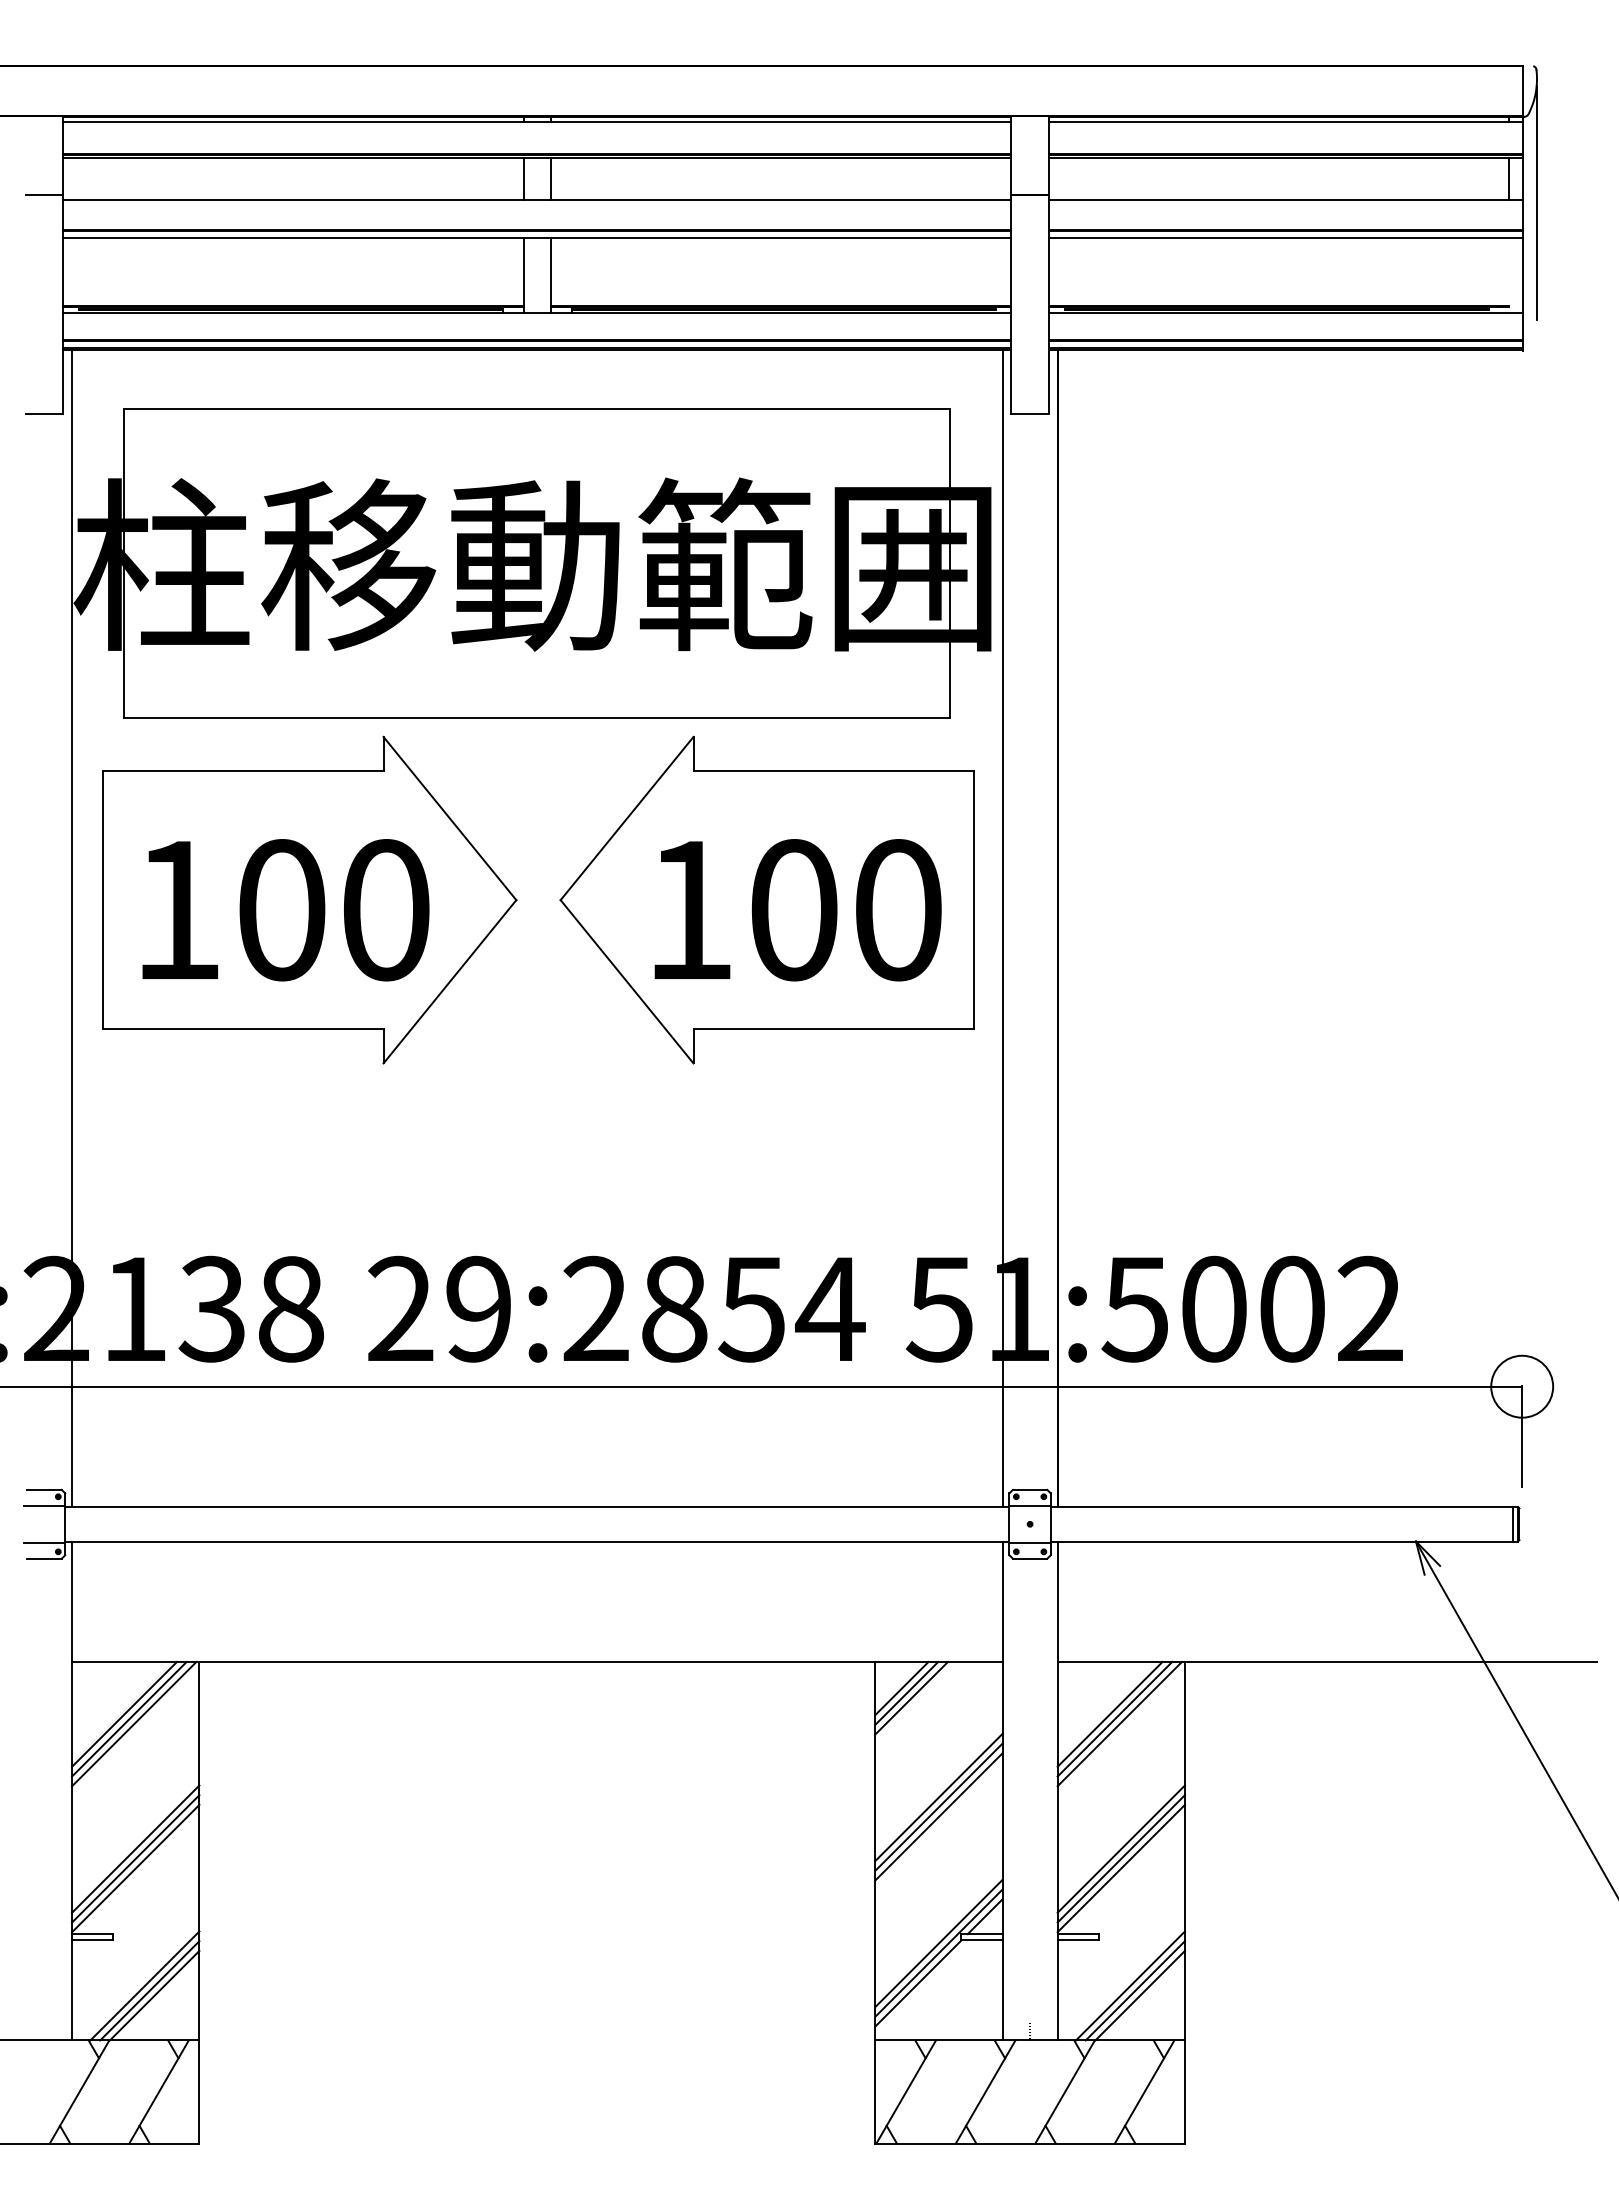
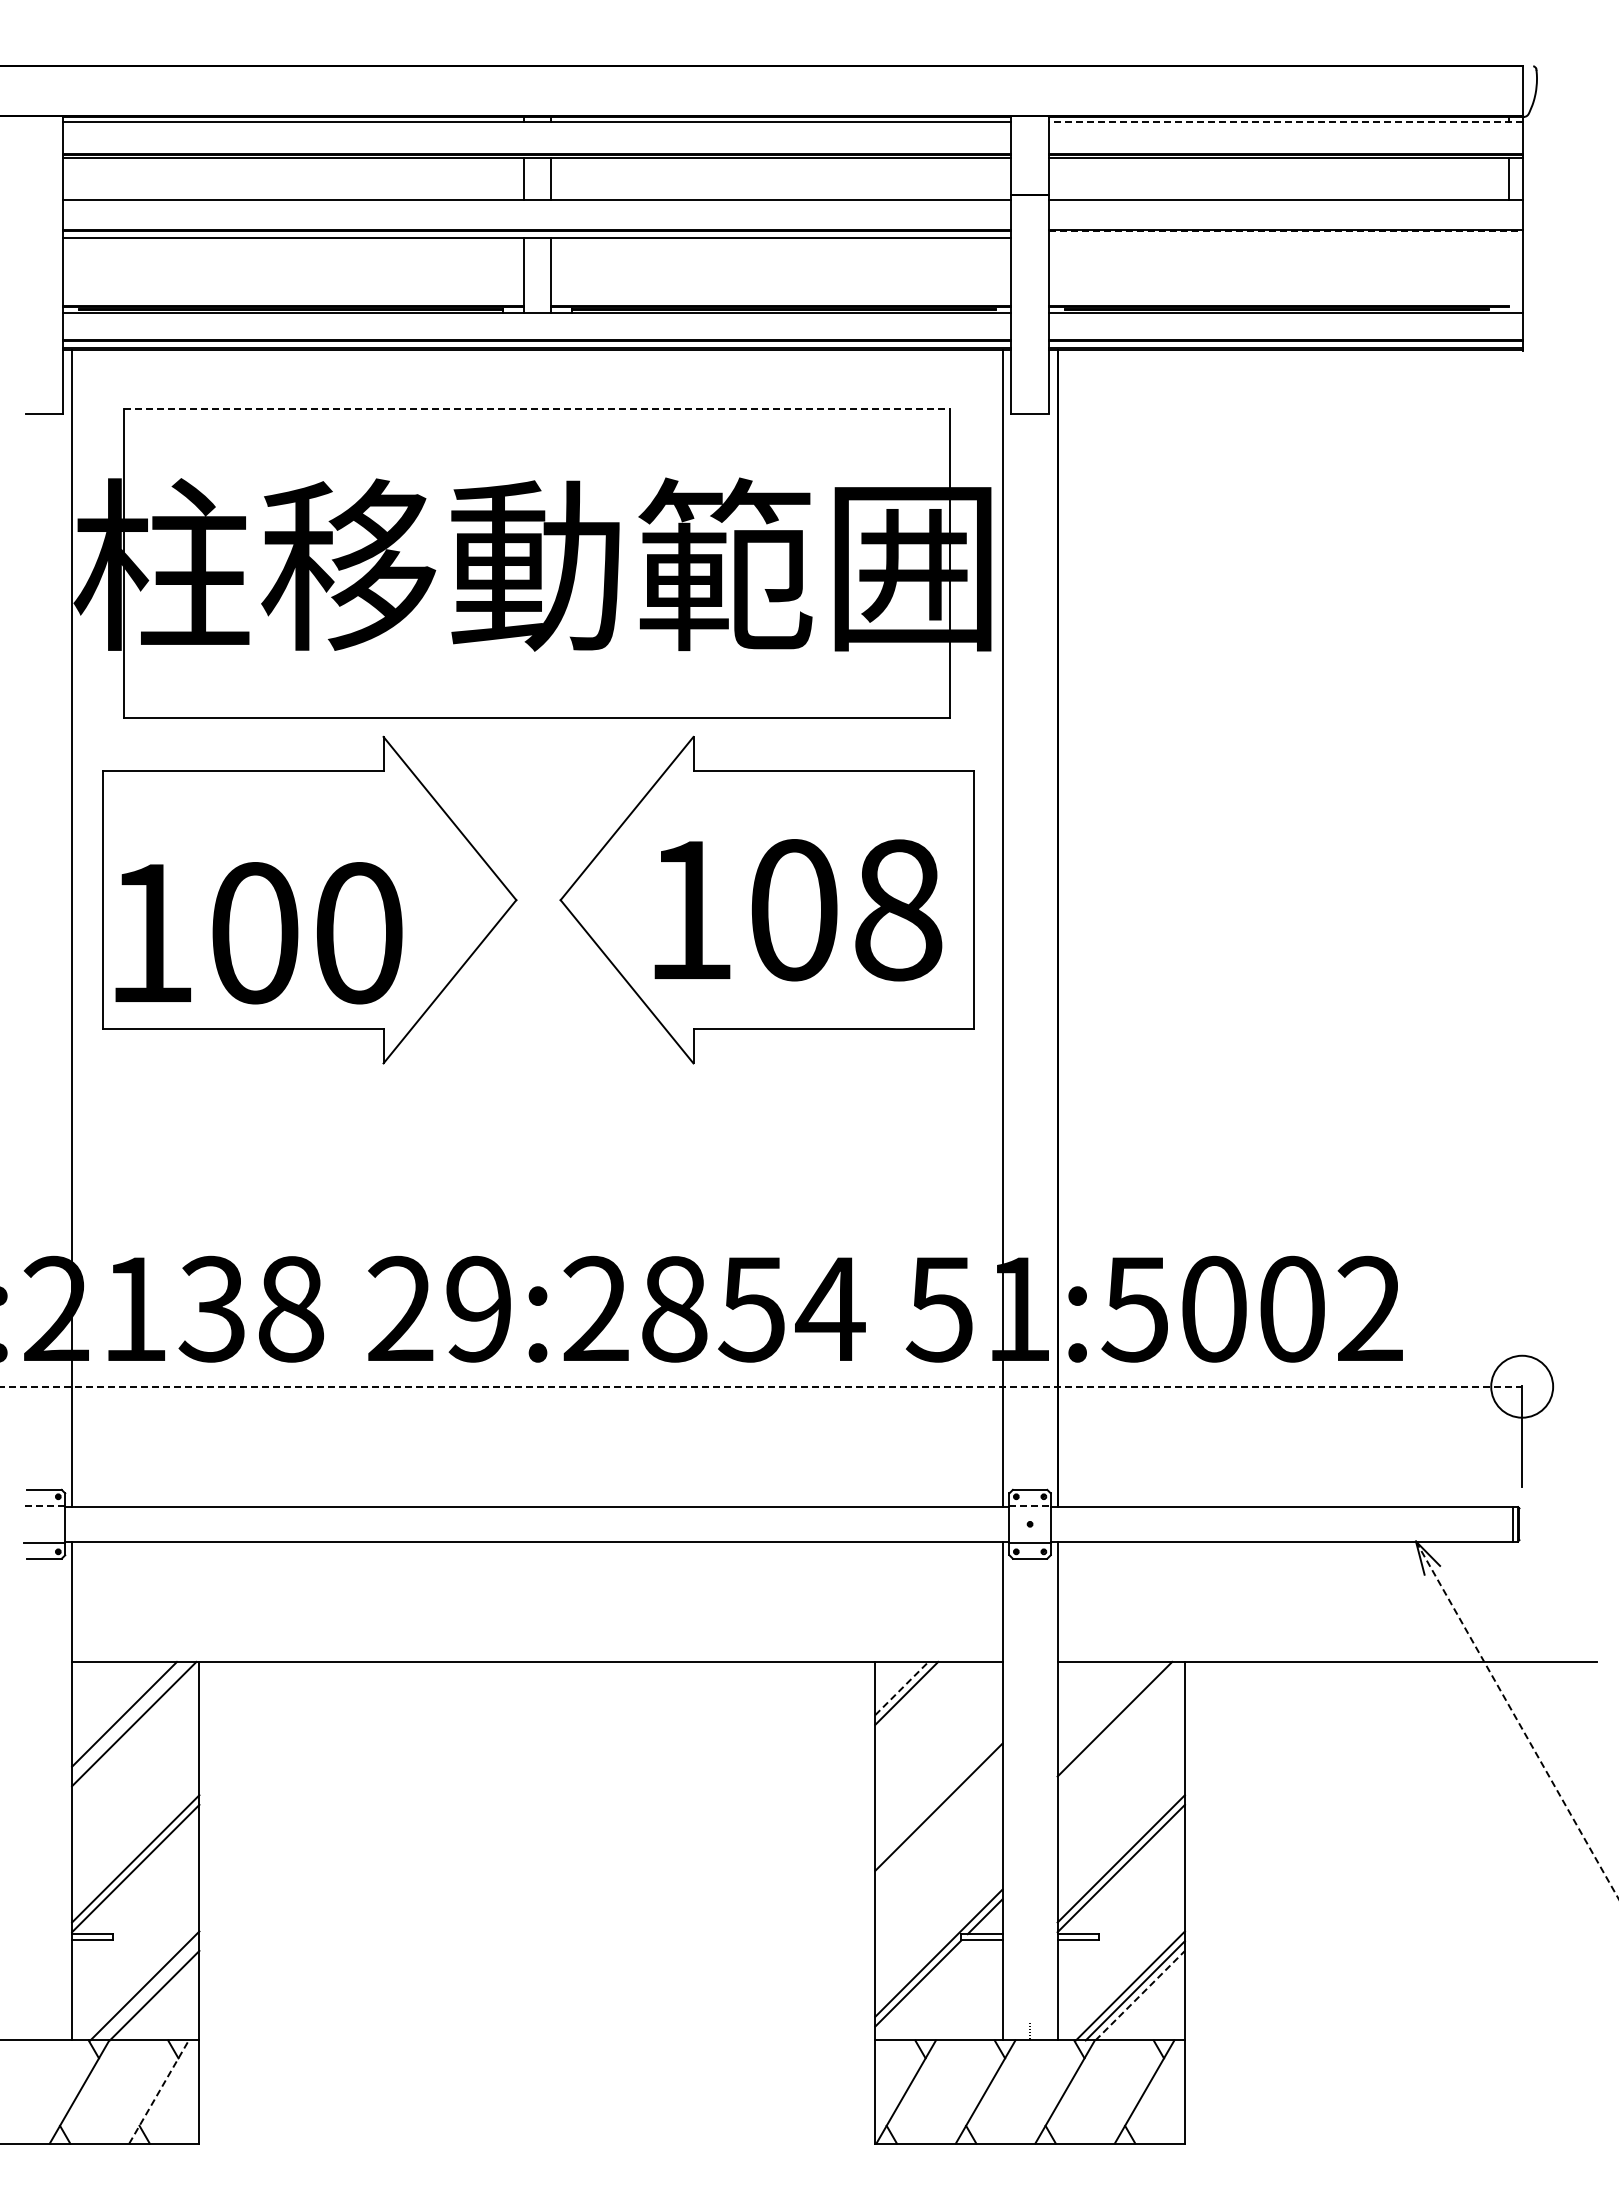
line at (1285, 121): solid -> dashed
line at (44, 195): present -> none
line at (1536, 202): present -> none
line at (1285, 231): solid -> dashed
line at (1285, 237): present -> none
line at (537, 408): solid -> dashed
text at (285, 910) position: (285, 910) -> (258, 933)
text at (898, 910): 100 -> 108
line at (761, 1386): solid -> dashed
line at (44, 1505): solid -> dashed
line at (1030, 1505): solid -> dashed
line at (901, 1688): solid -> dashed
line at (911, 1697): present -> none
line at (1109, 1713): present -> none
line at (129, 1718): present -> none
line at (1517, 1720): solid -> dashed
line at (1119, 1723): present -> none
line at (938, 1797): present -> none
line at (938, 1816): present -> none
line at (135, 1848): present -> none
line at (1120, 1848): present -> none
line at (938, 1943): present -> none
line at (149, 1990): present -> none
line at (1140, 1995): solid -> dashed
line at (159, 2092): solid -> dashed
